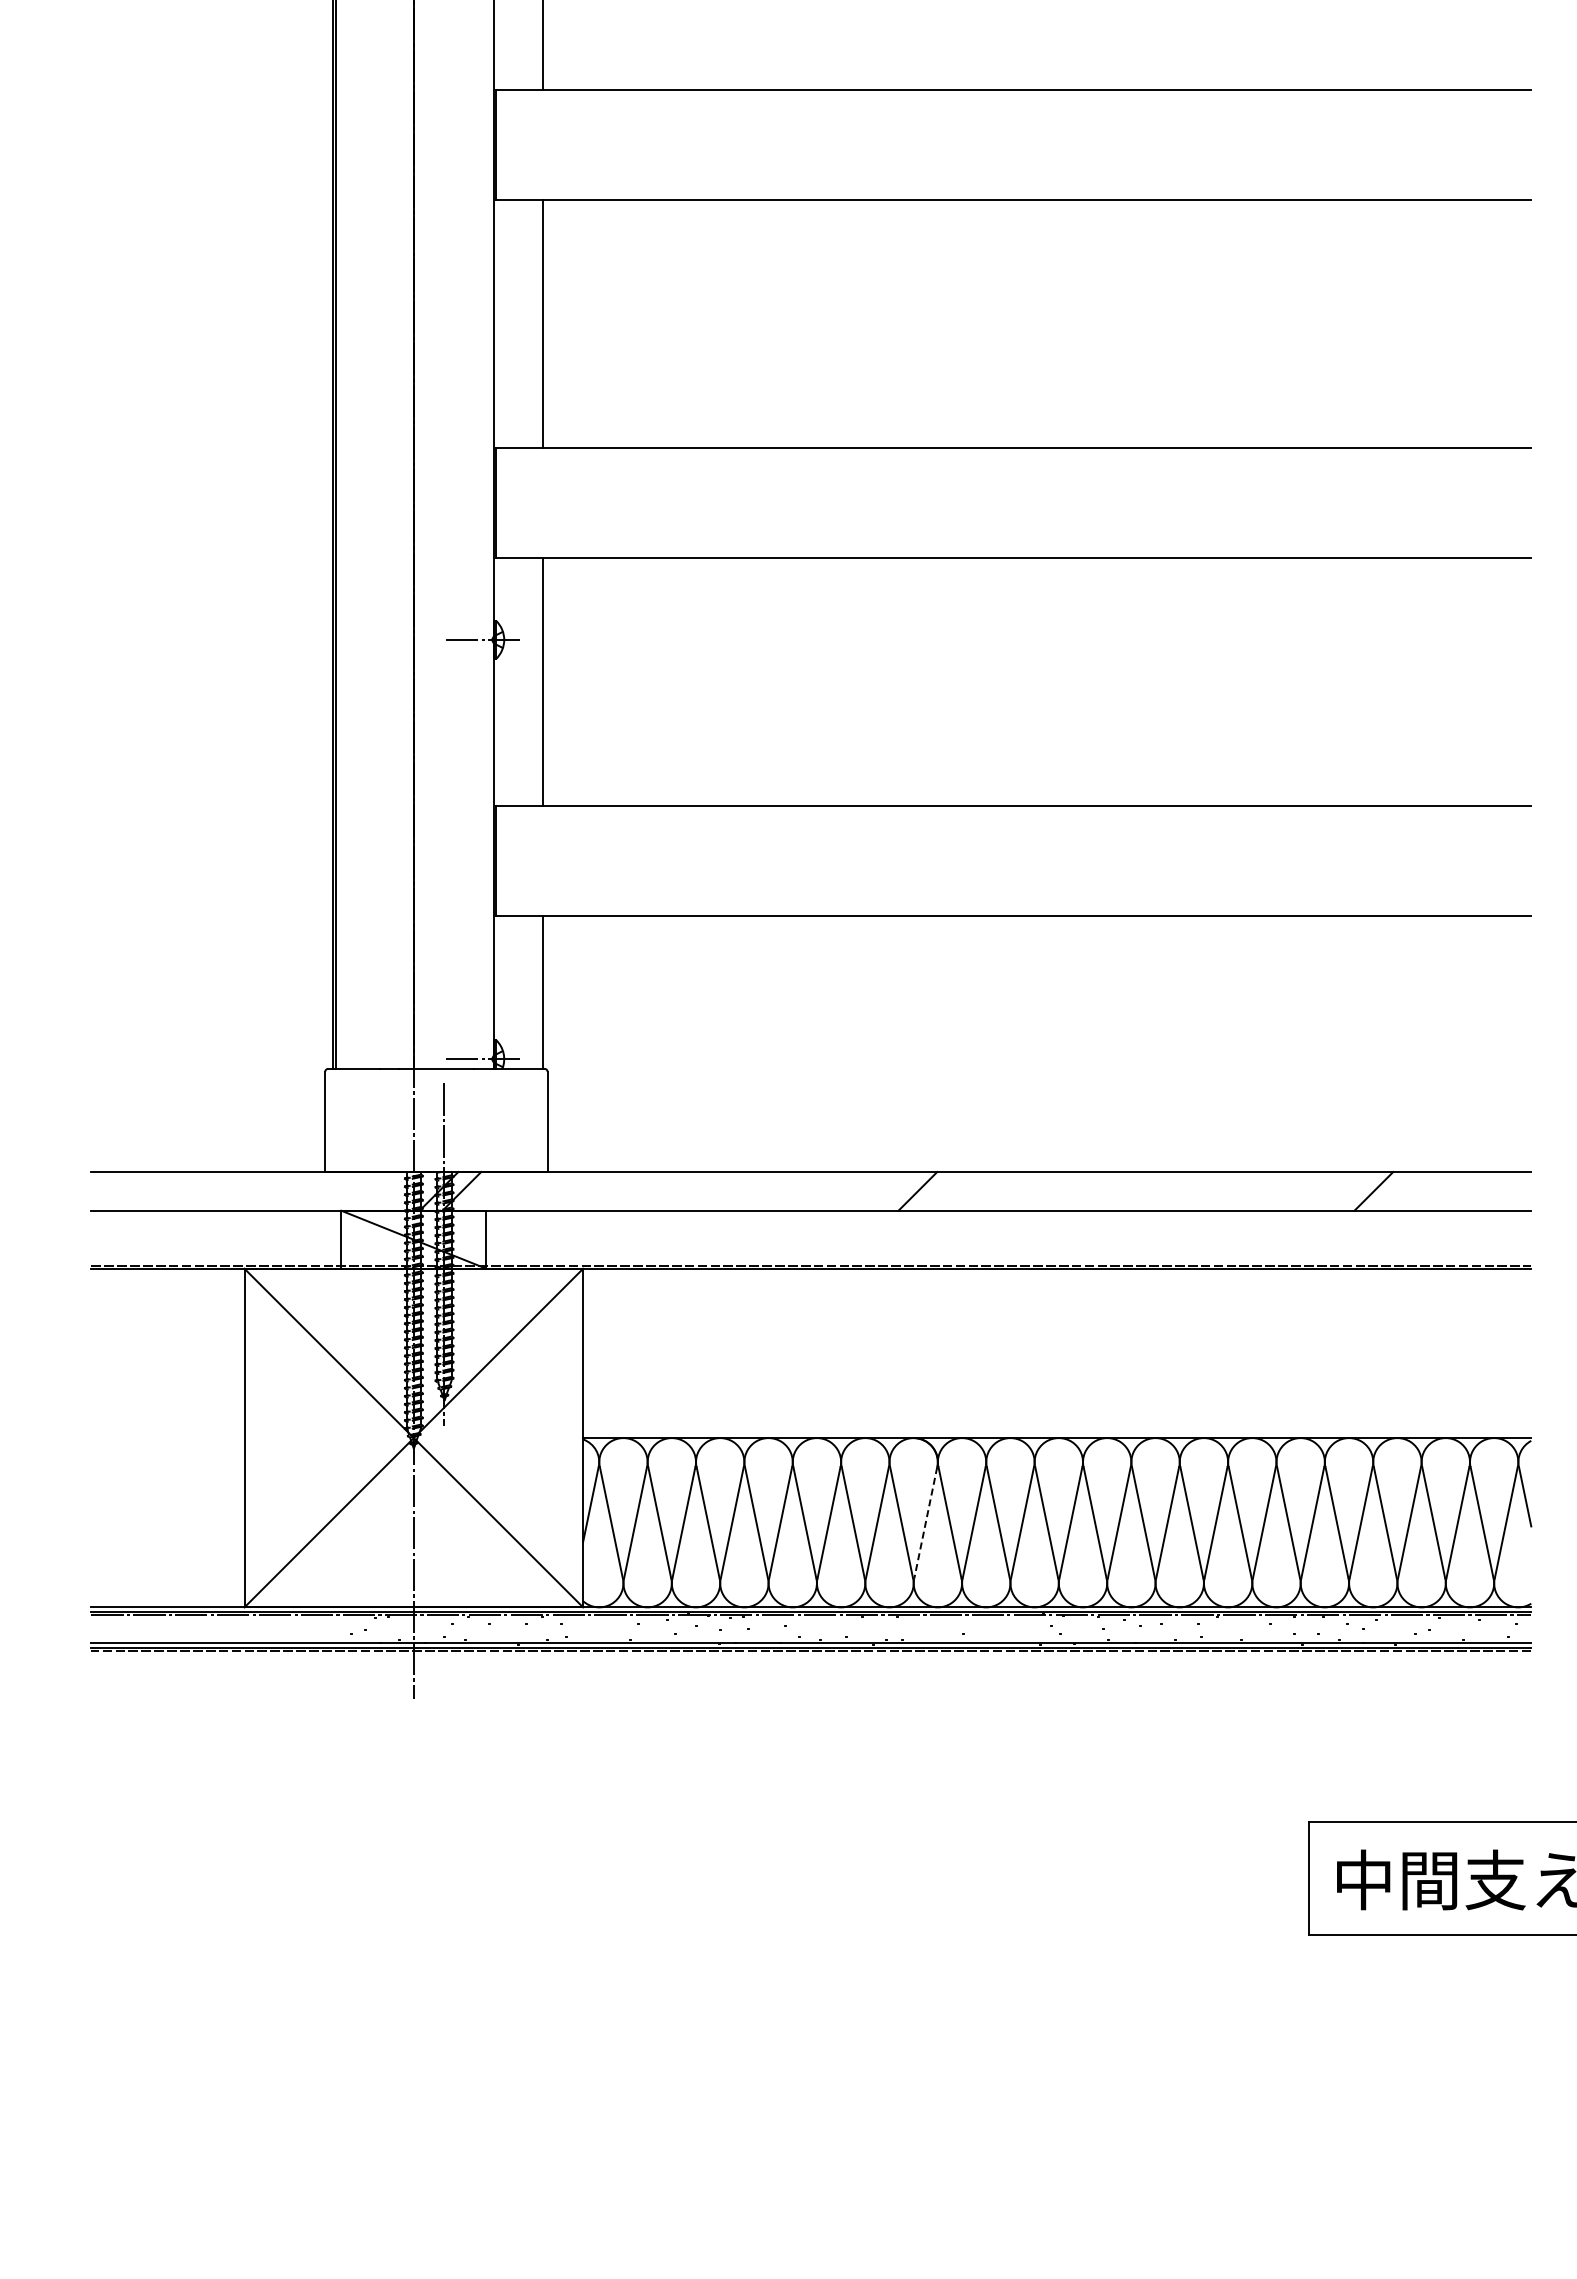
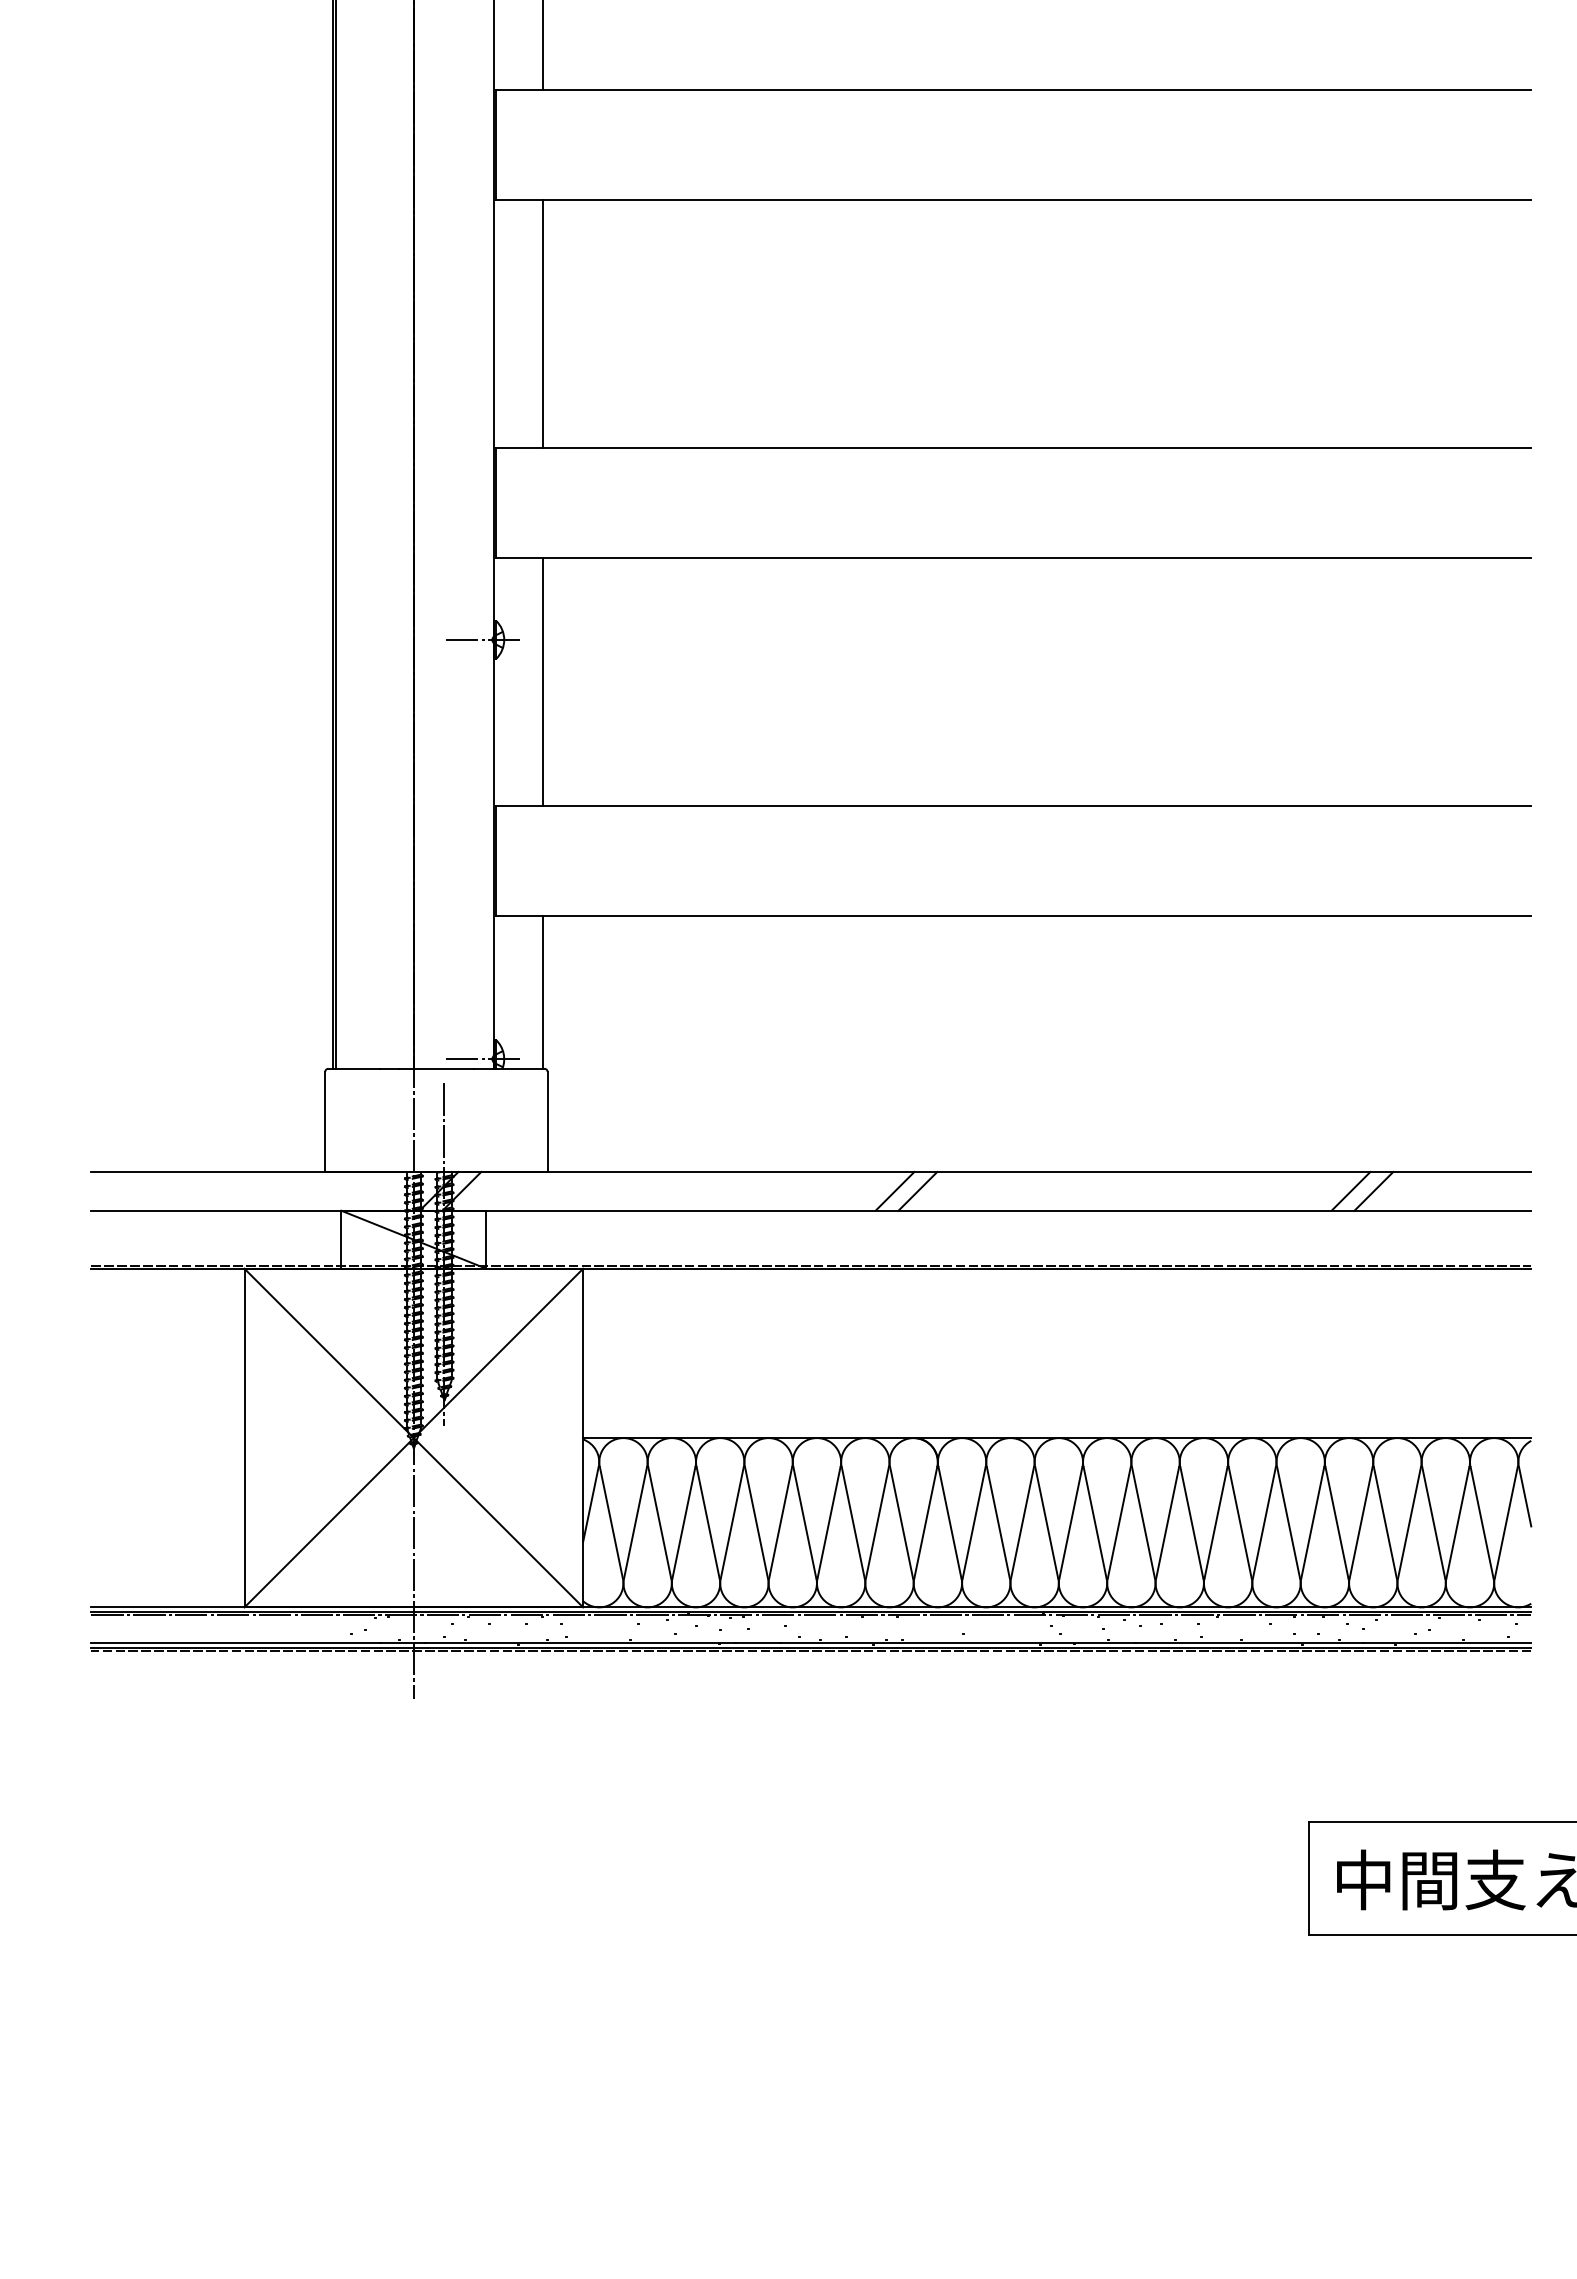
line at (894, 1191): none -> present
line at (1350, 1191): none -> present
line at (925, 1522): dashed -> solid
